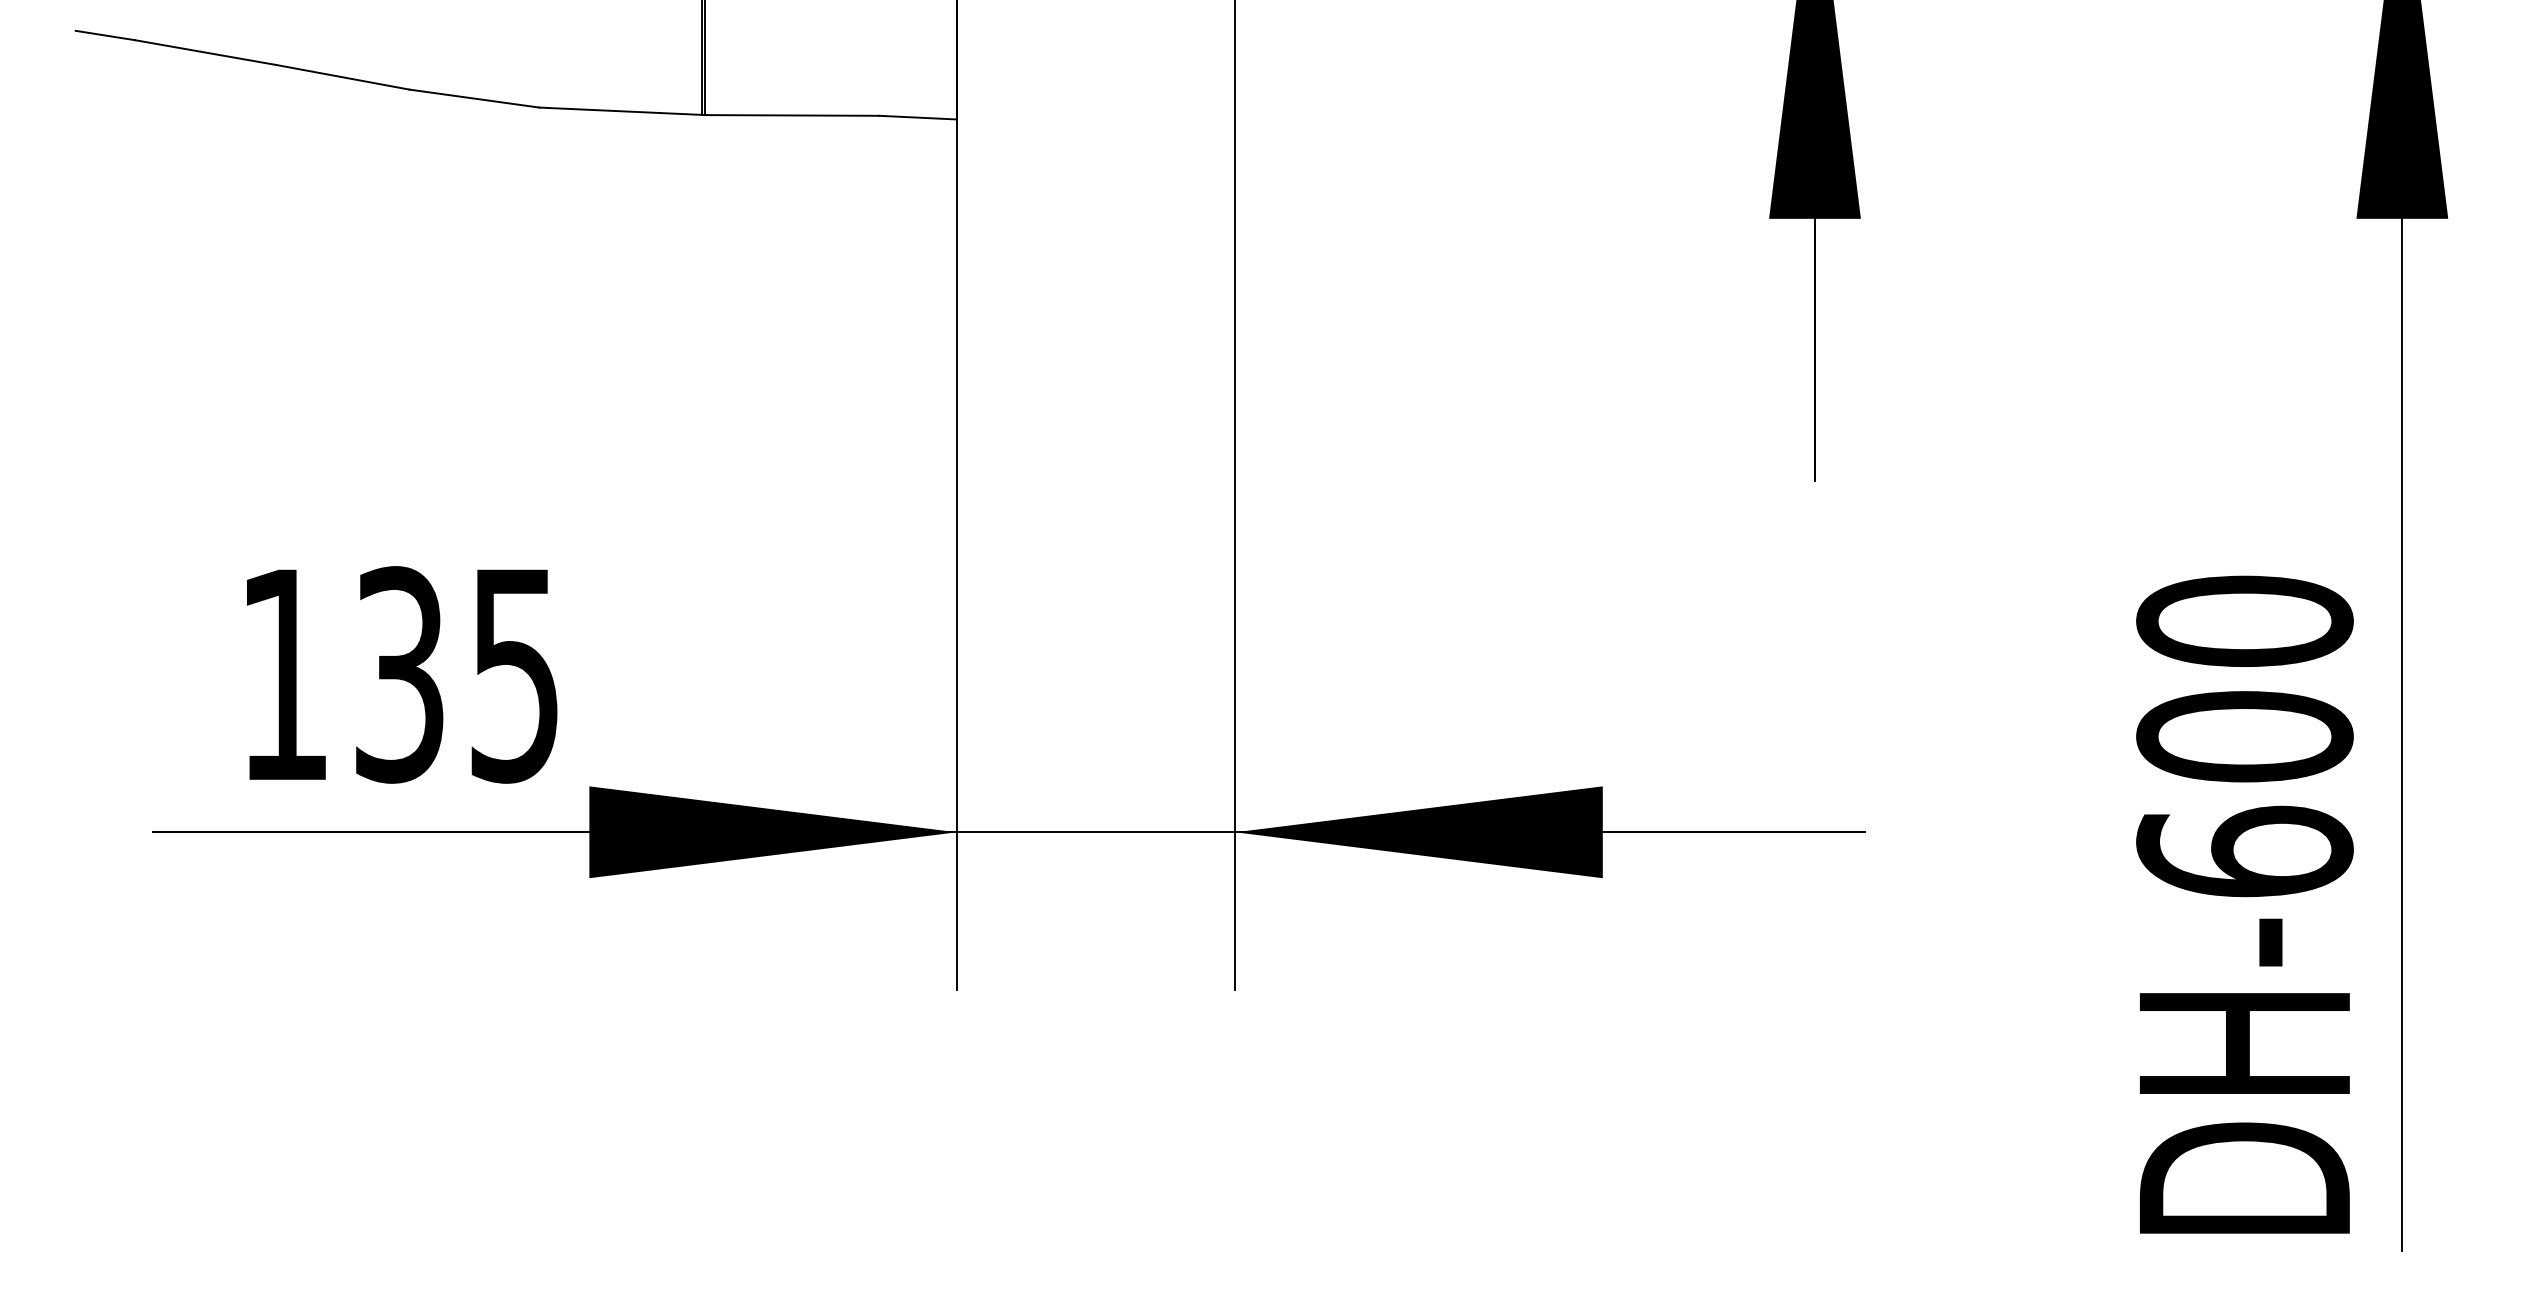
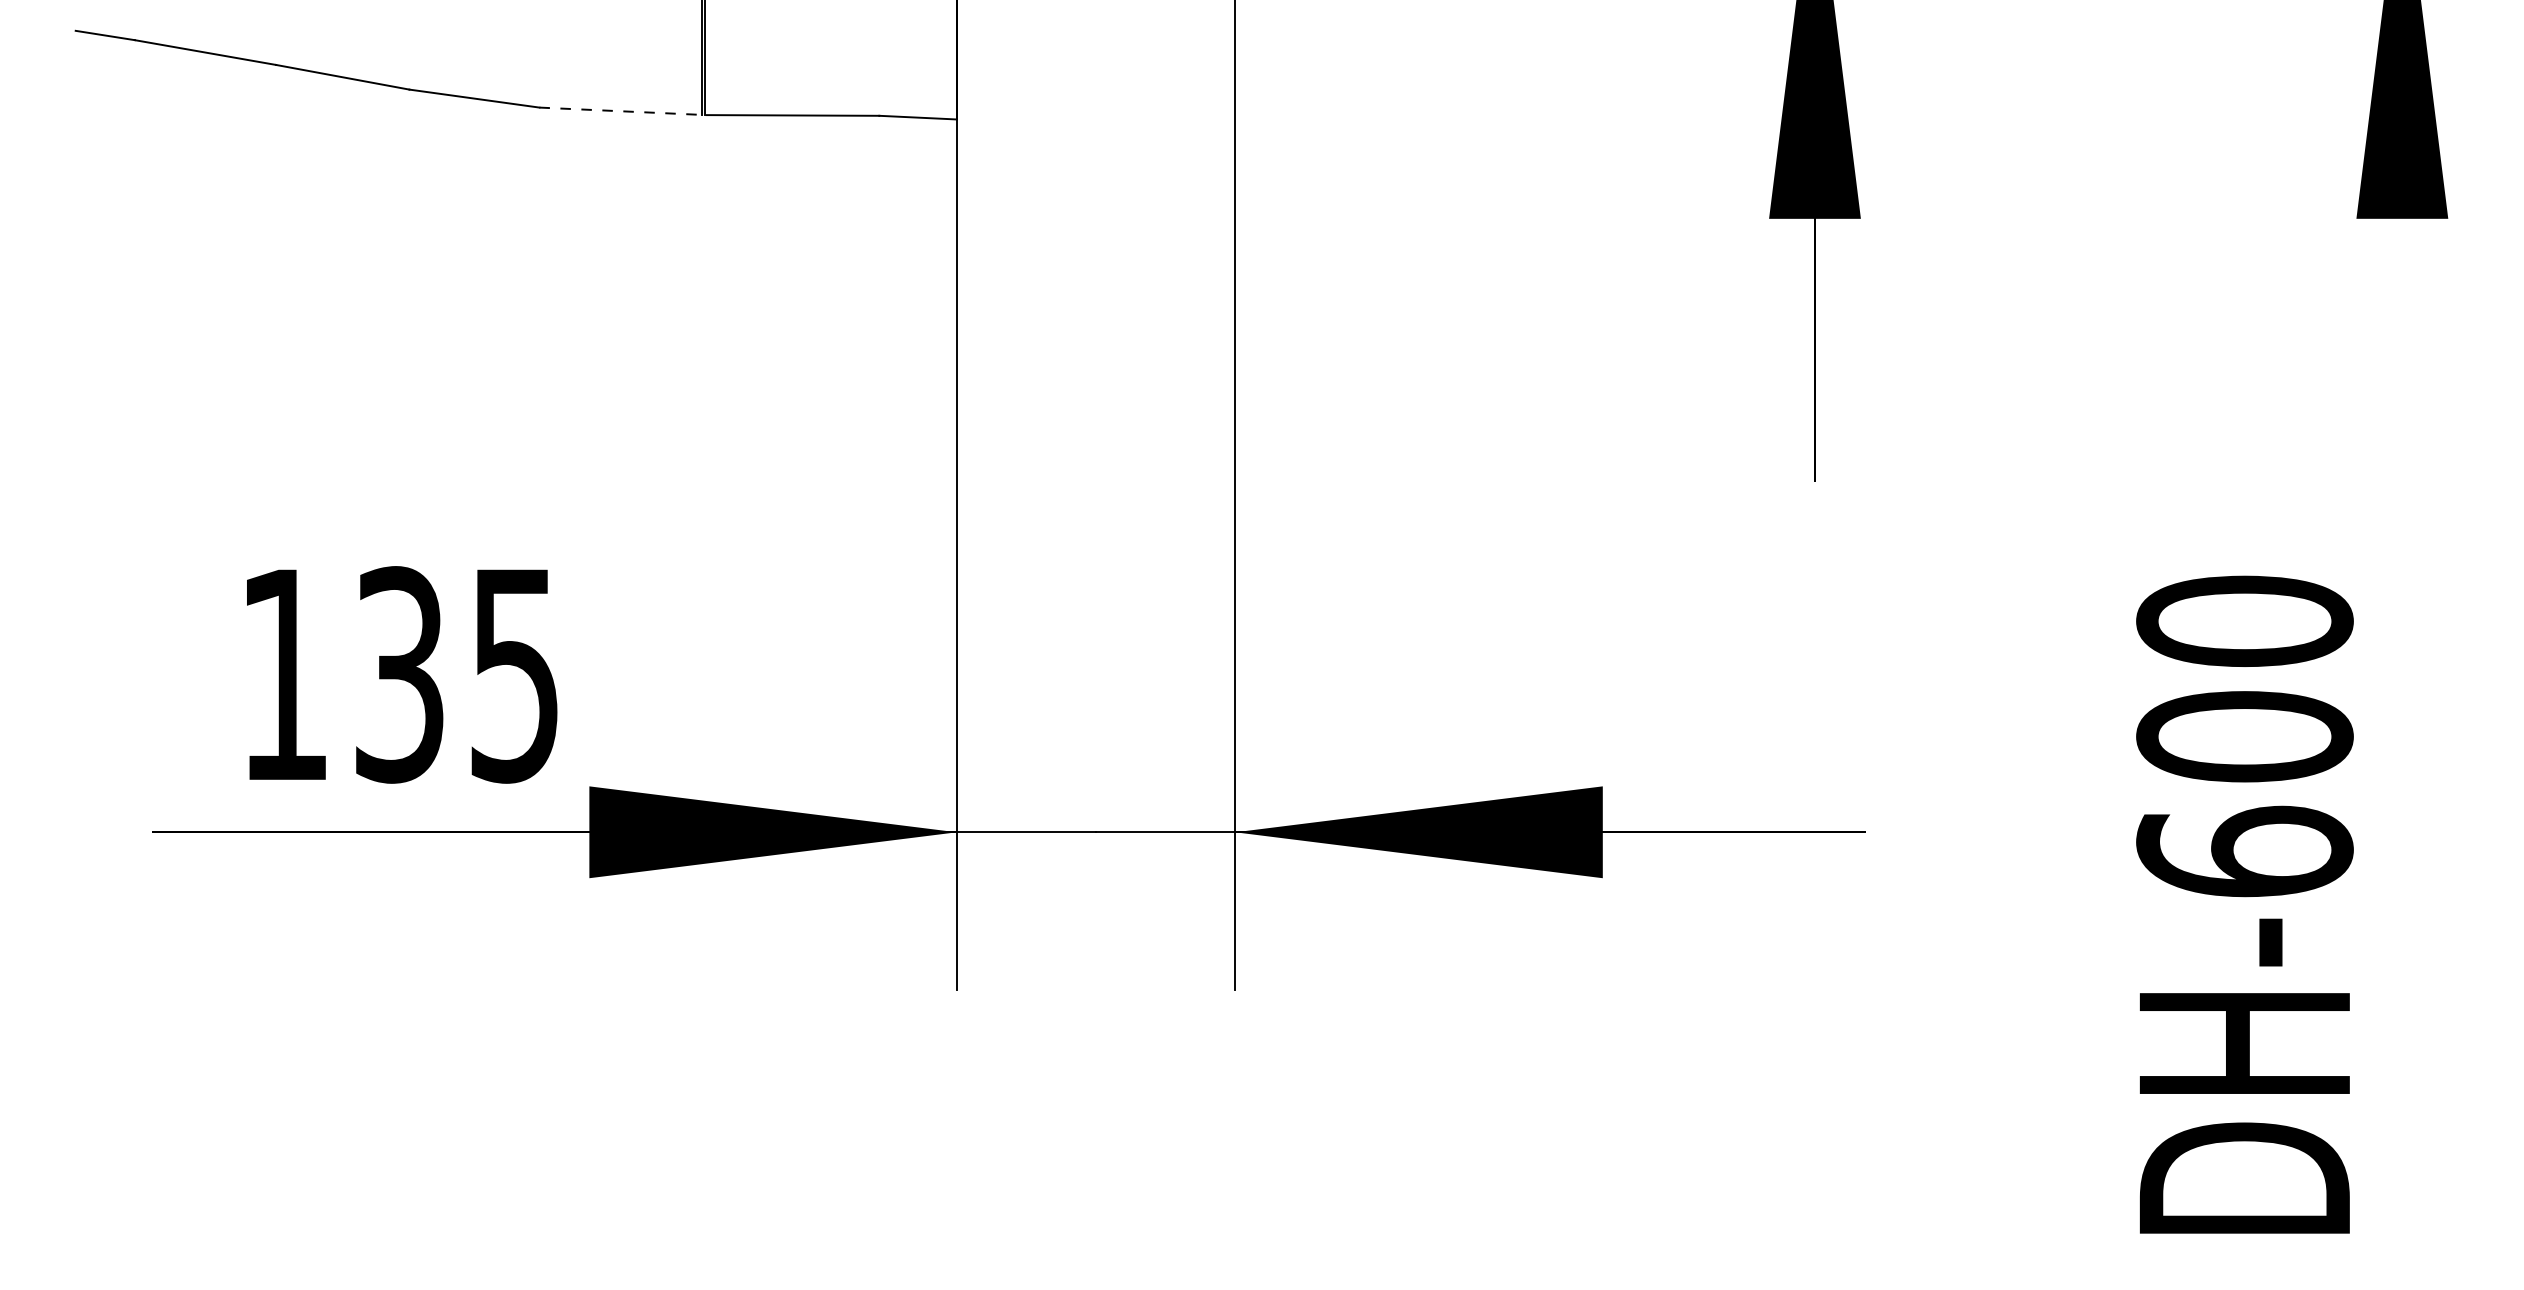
line at (622, 111): solid -> dashed
line at (2402, 626): present -> none
